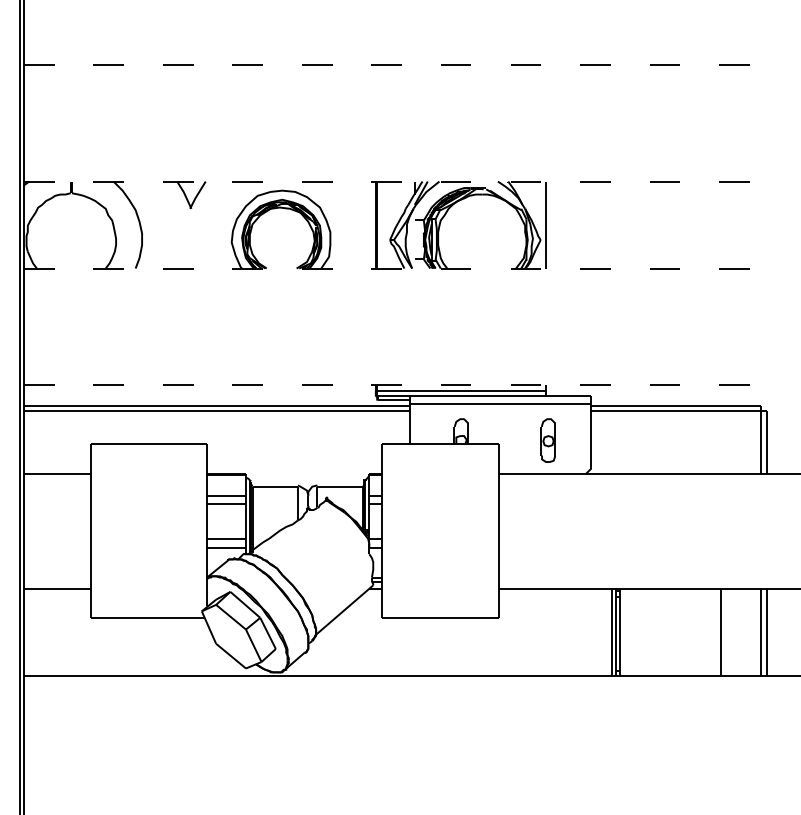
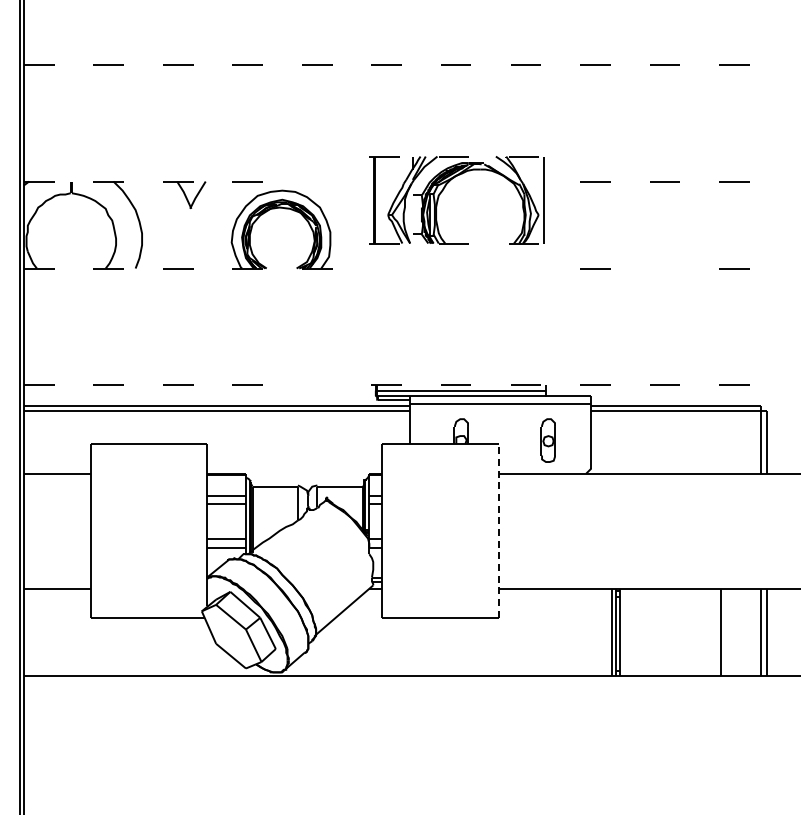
line at (317, 181): present -> none
part at (444, 217) position: (444, 217) -> (442, 192)
line at (664, 268): present -> none
line at (317, 384): present -> none
line at (499, 530): solid -> dashed
